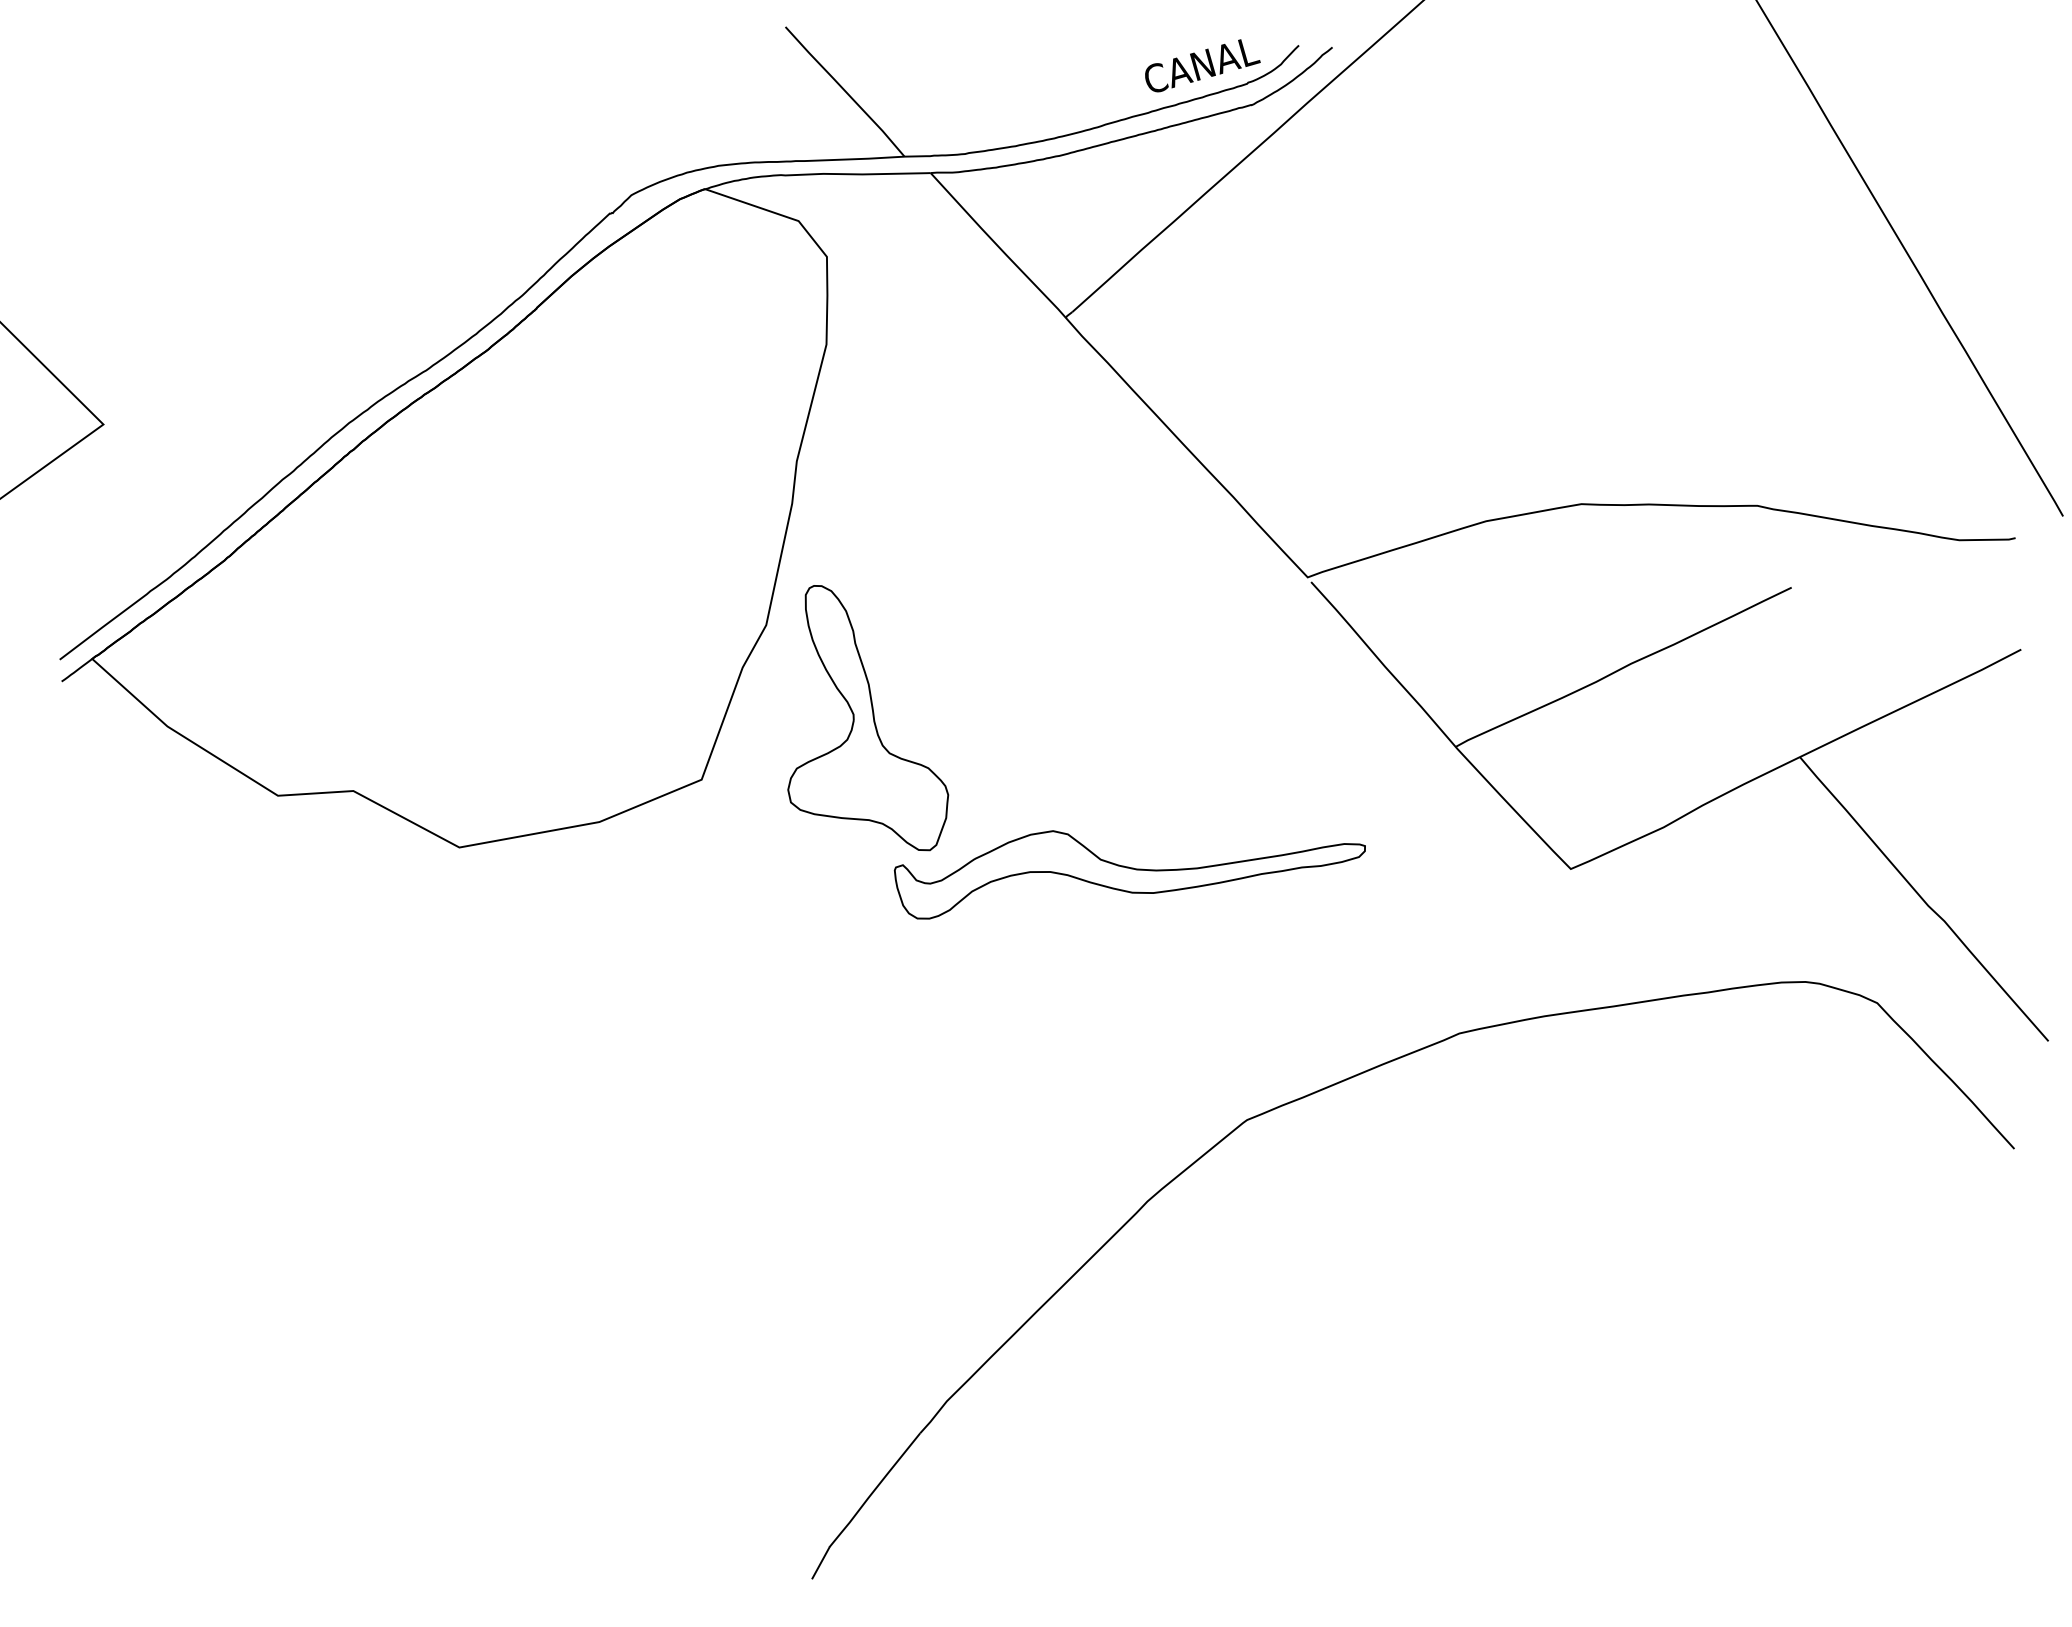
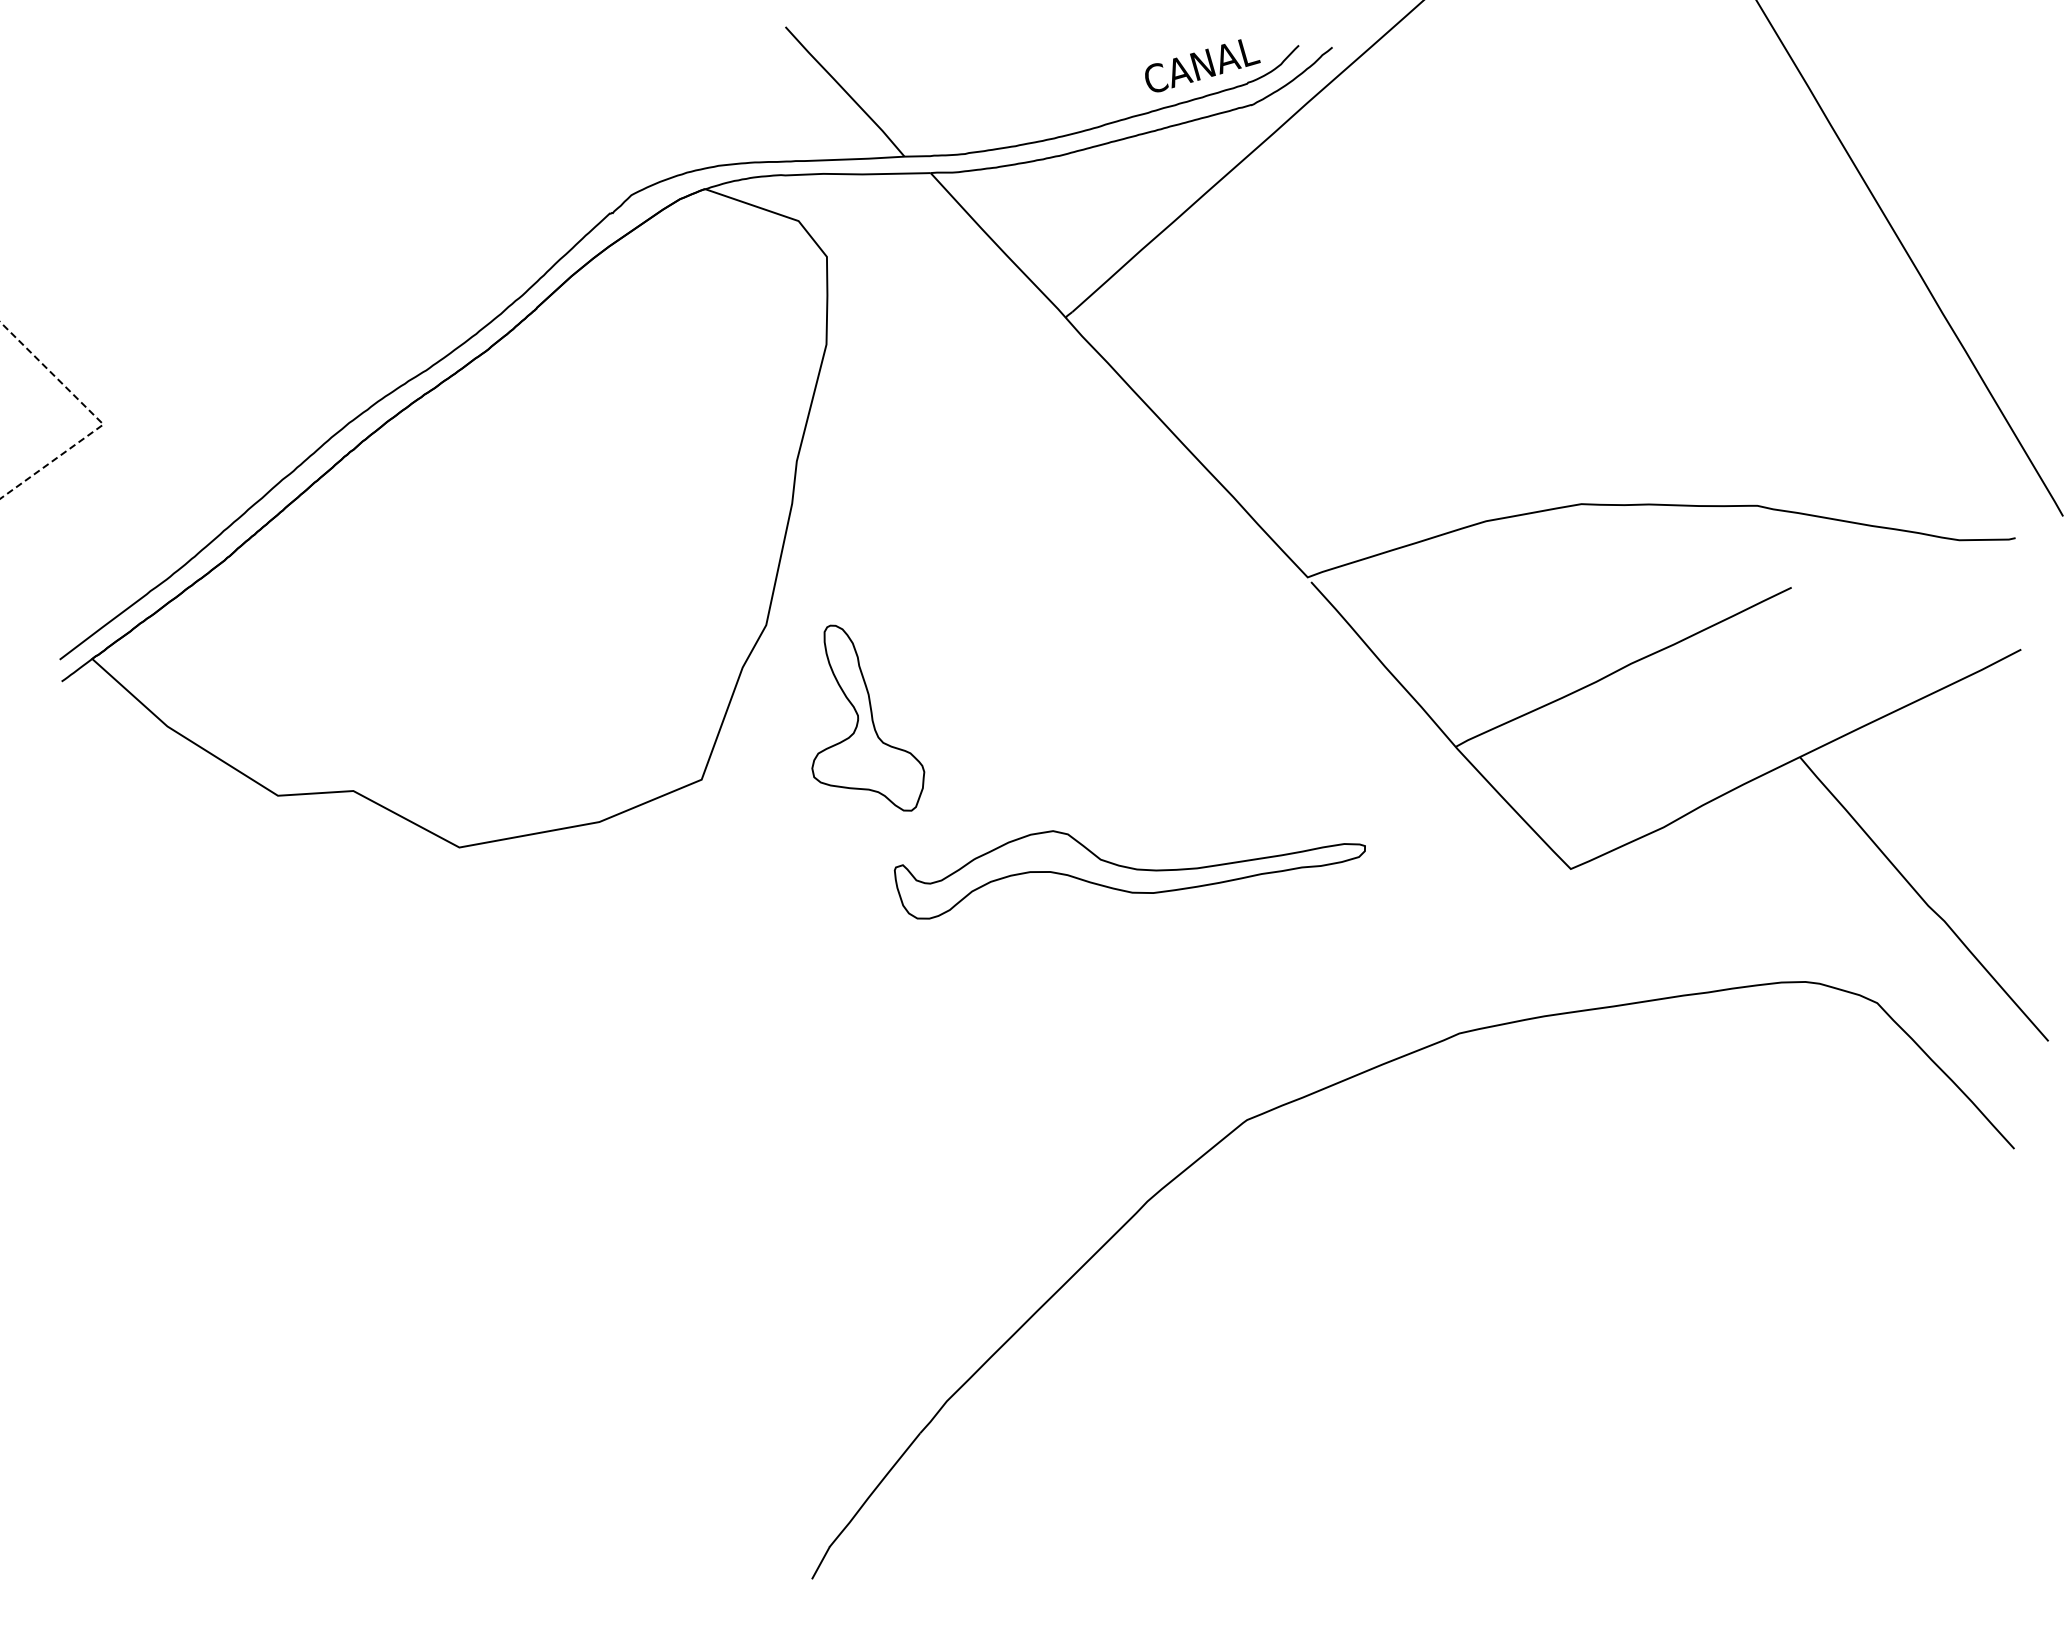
line at (97, 418): solid -> dashed
part at (868, 718) size: 163x267 px -> 115x188 px
